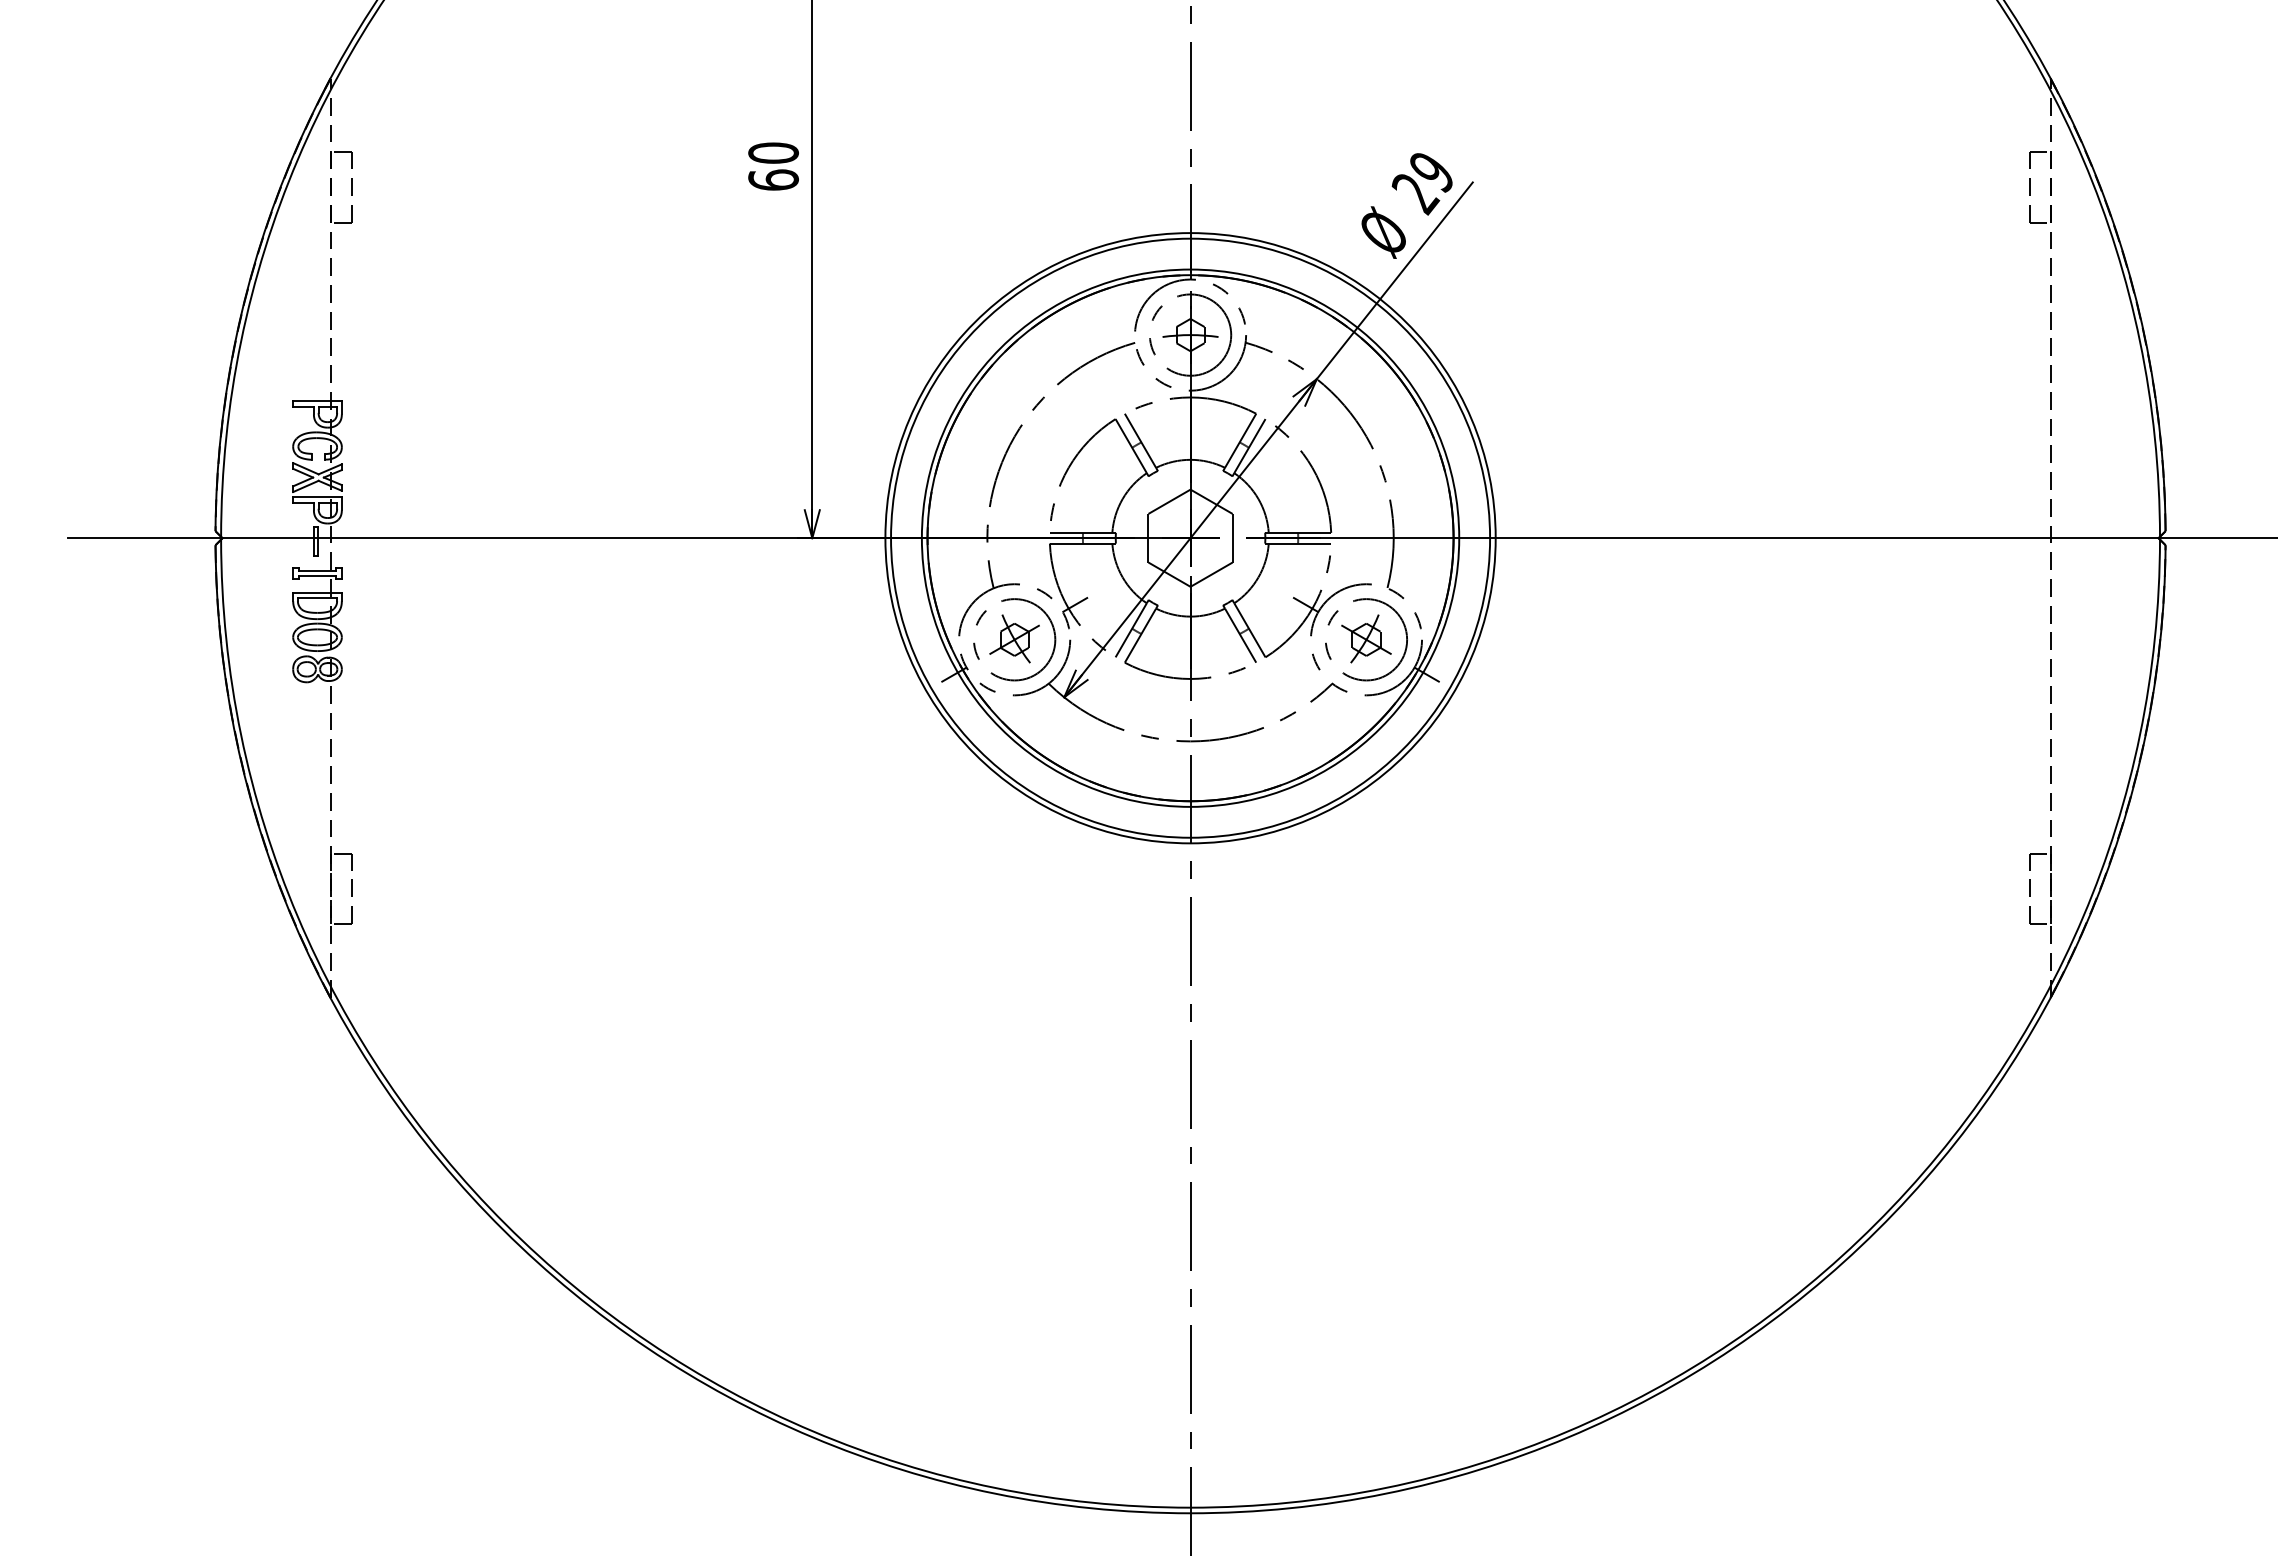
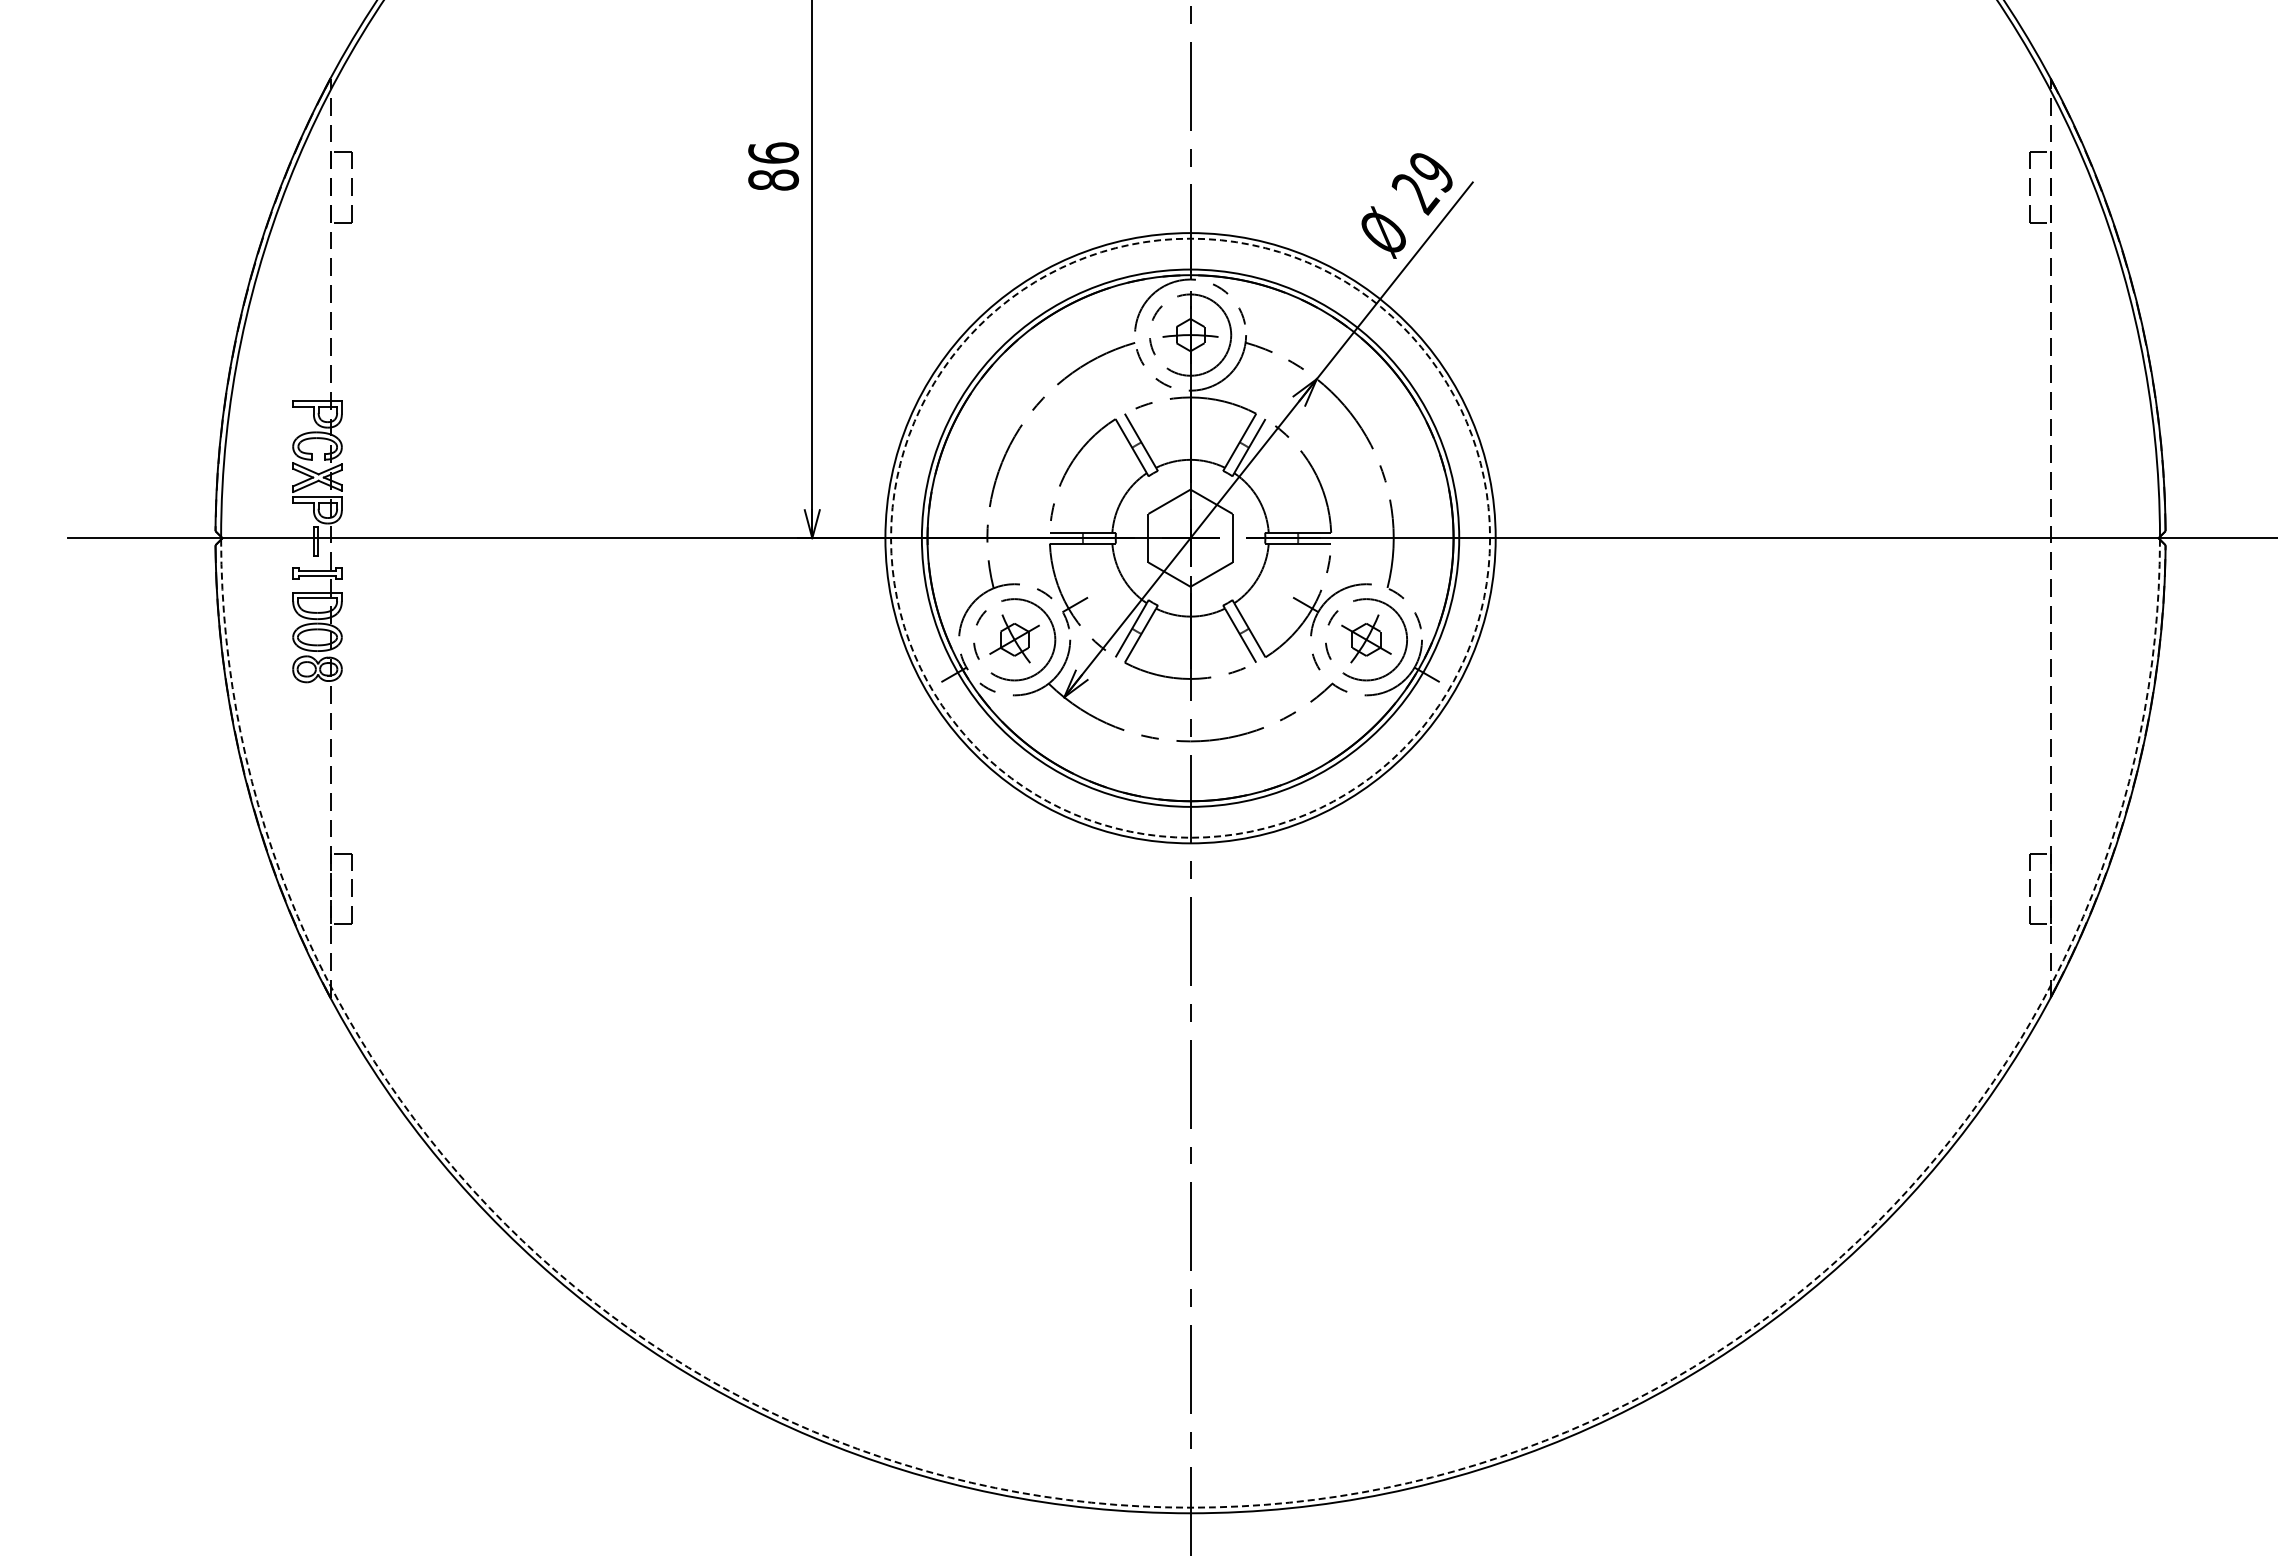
text at (773, 166): 60 -> 86
circle at (1190, 537): solid -> dashed
arc at (1190, 1507): solid -> dashed
